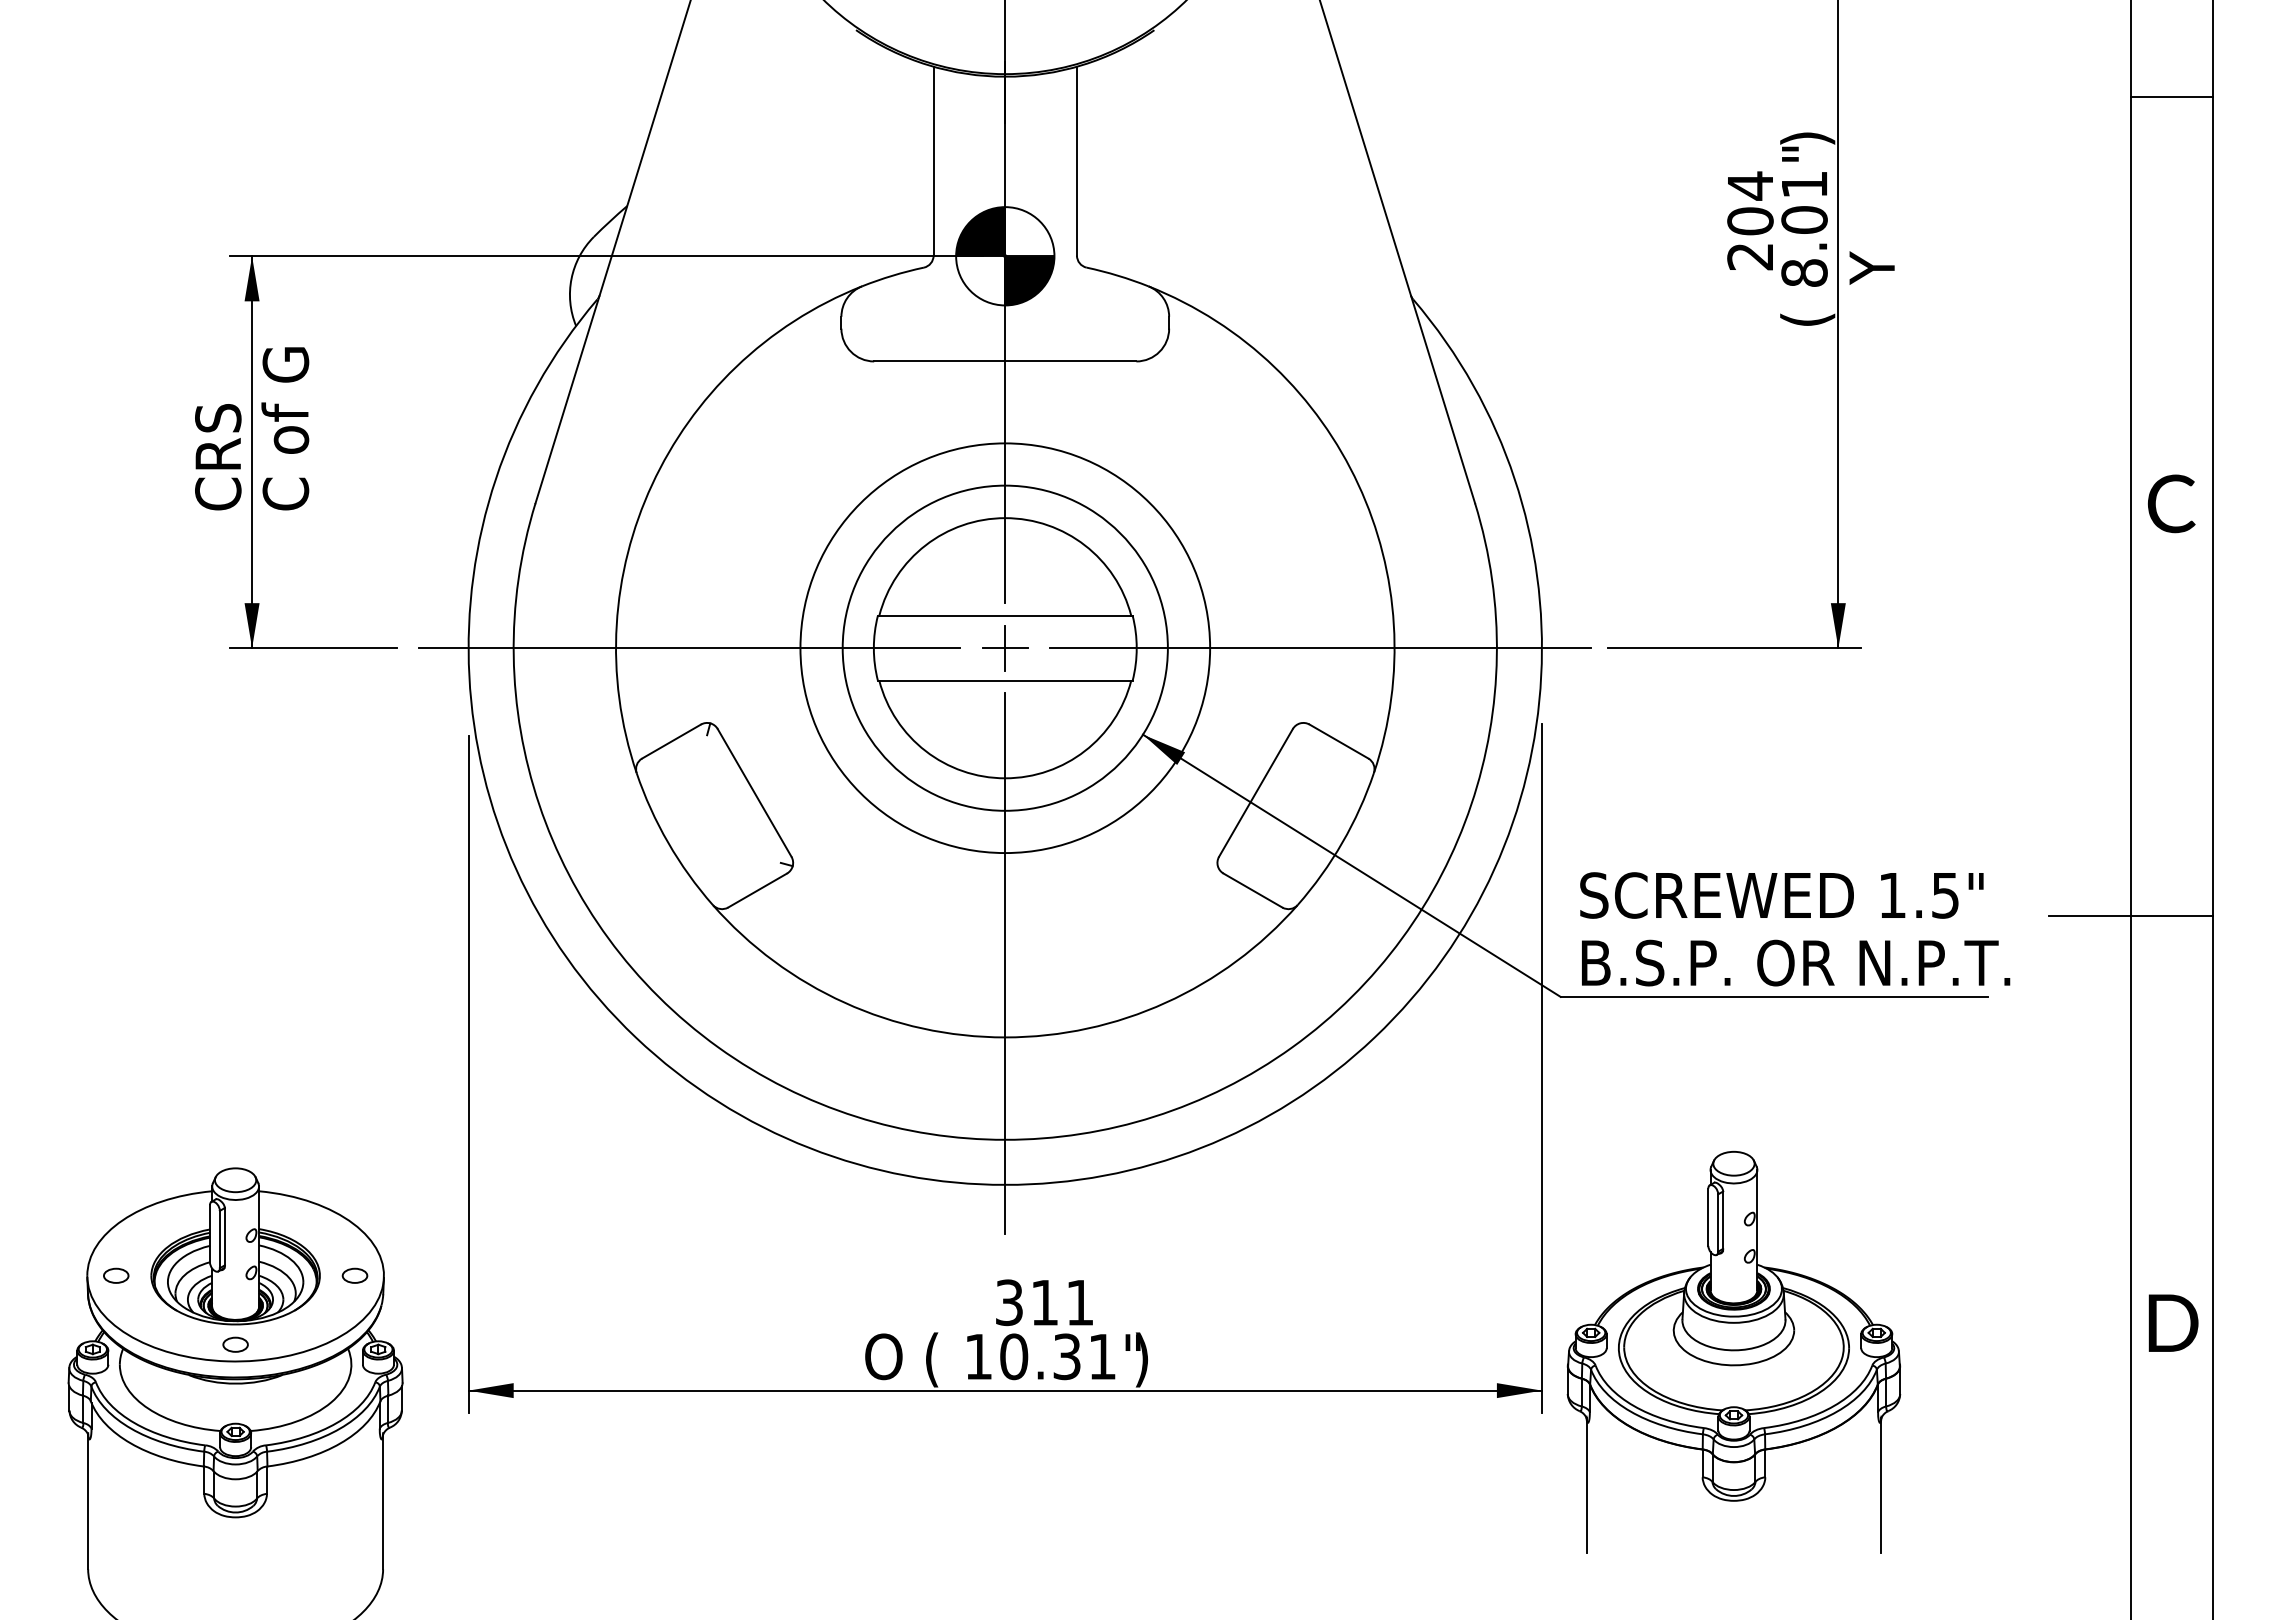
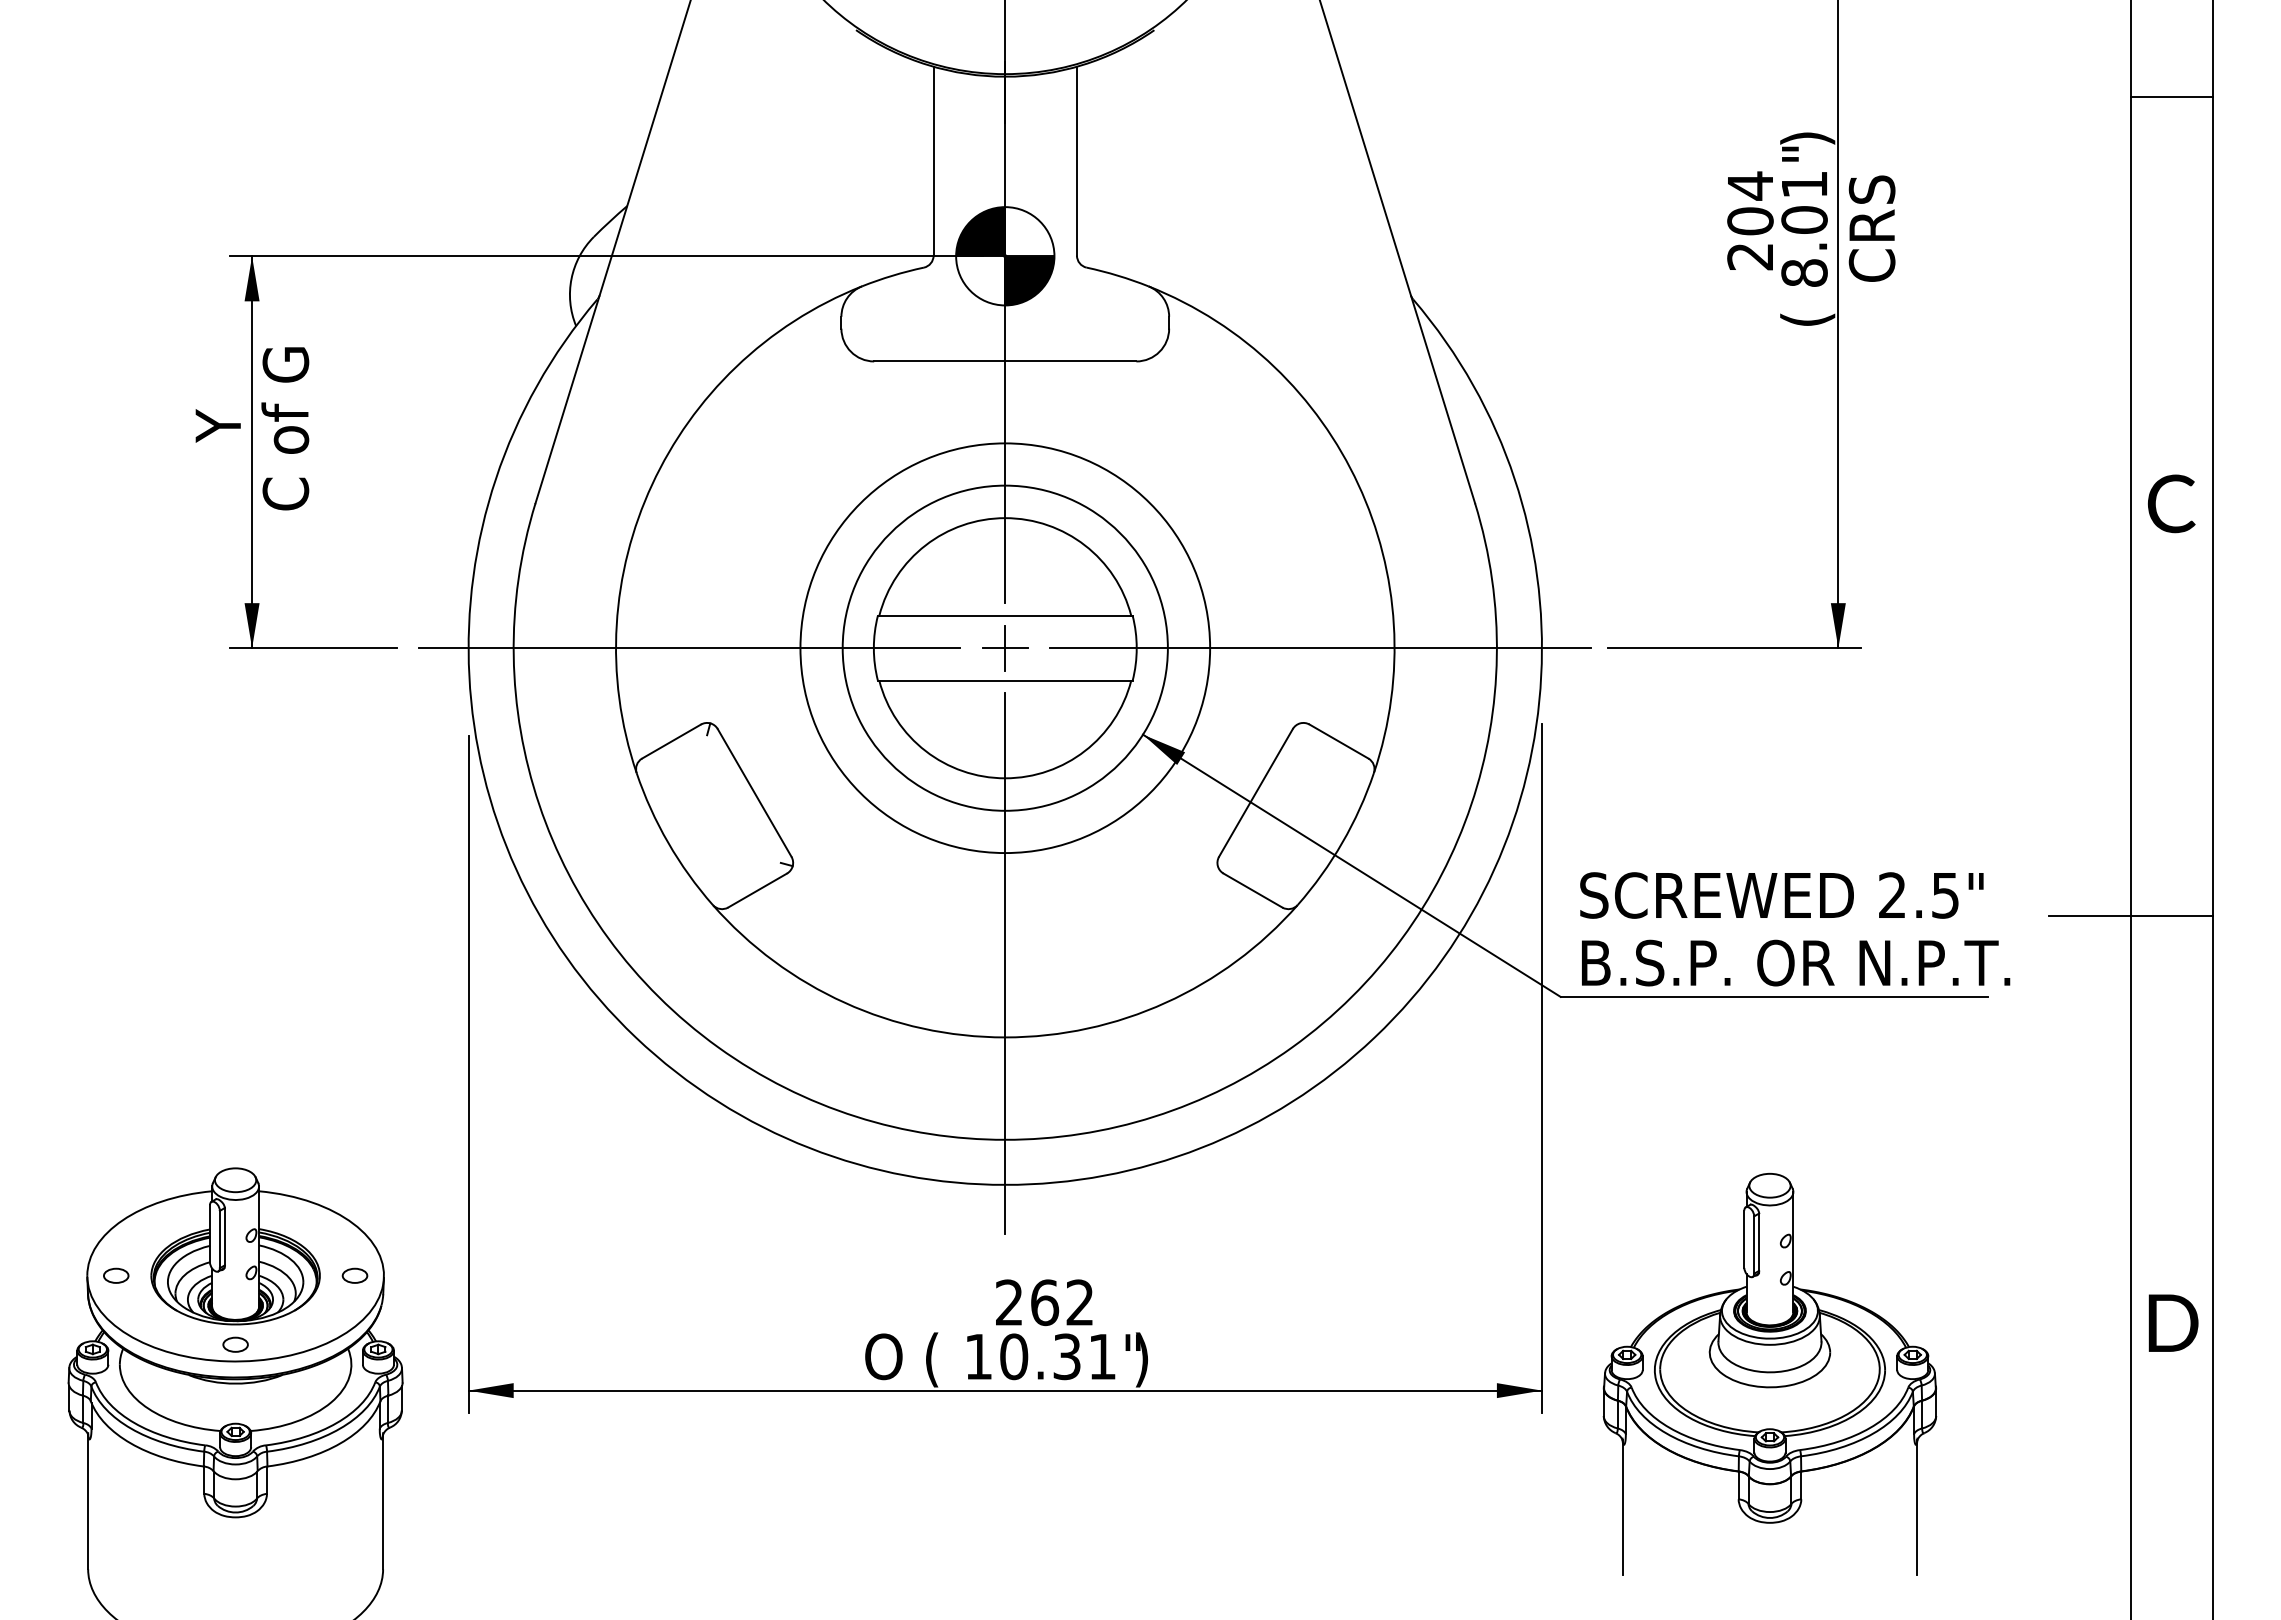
text at (1871, 229): Y -> CRS
text at (218, 457): CRS -> Y
text at (1892, 894): 1.5" -> 2.5"
text at (1044, 1302): 311 -> 262
part at (1733, 1351) position: (1733, 1351) -> (1769, 1373)
